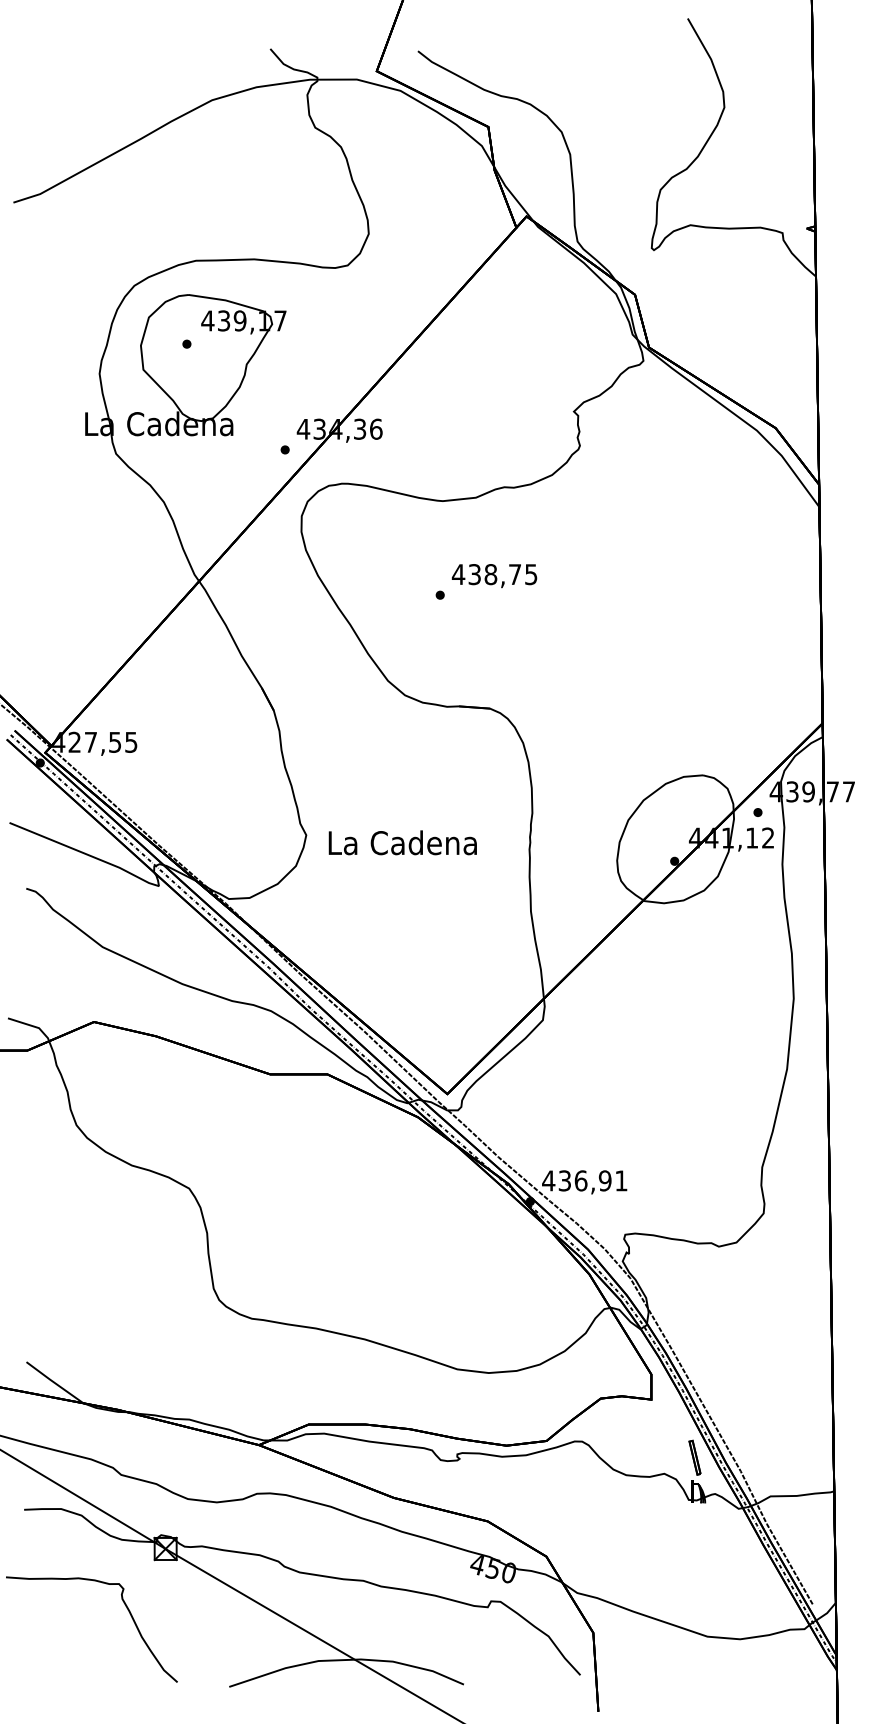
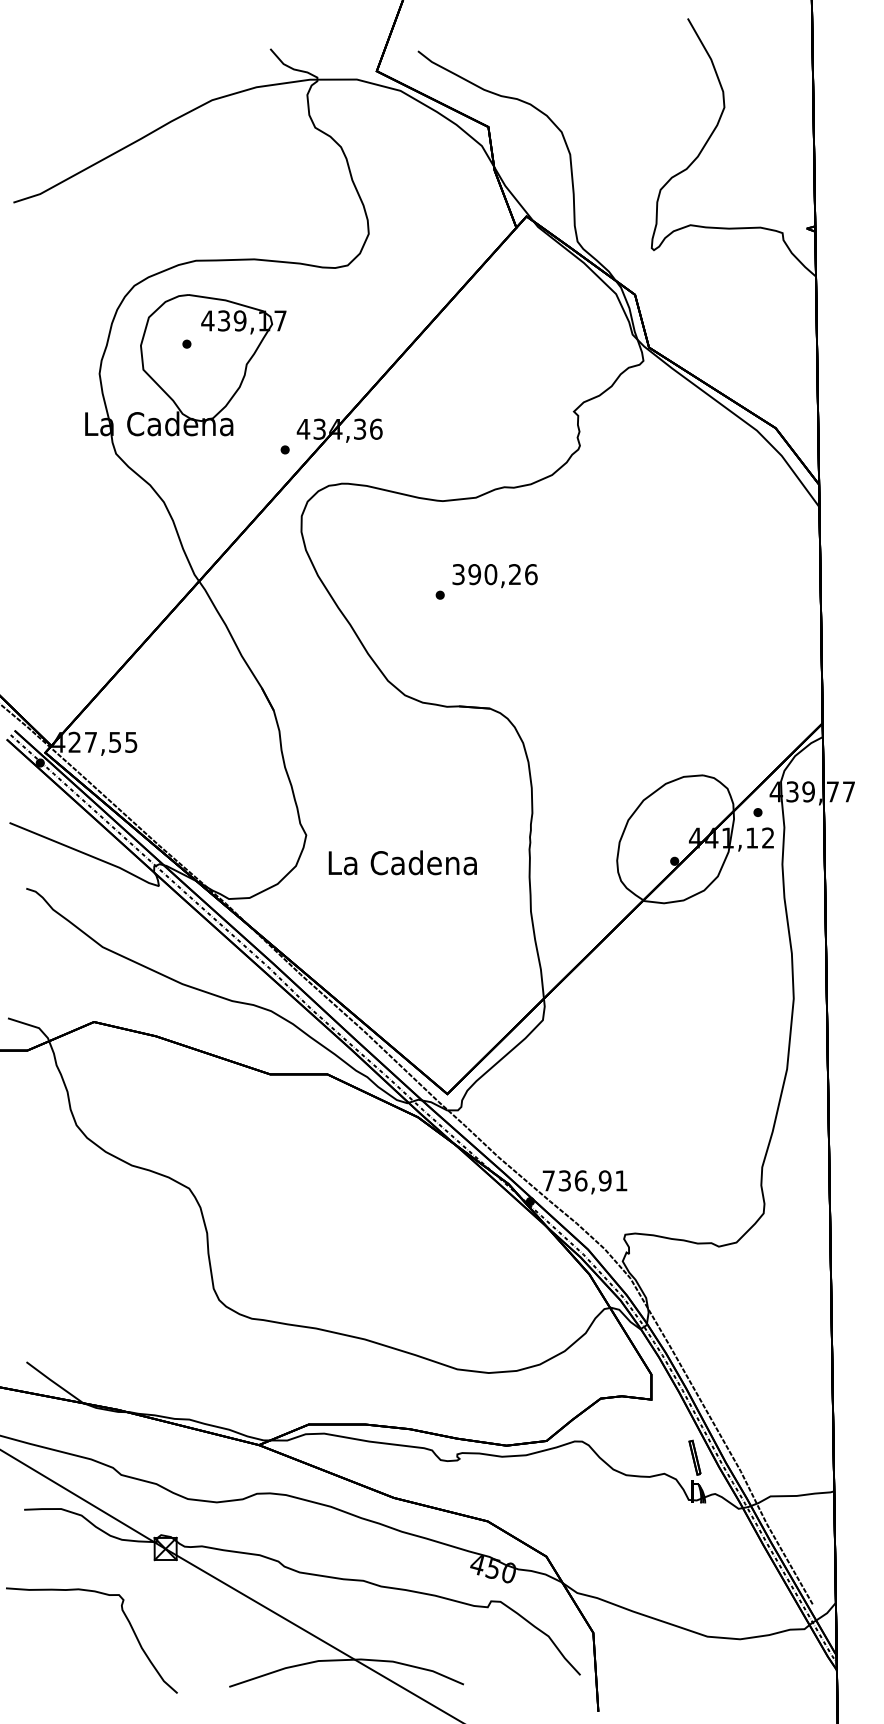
text at (494, 574): 438,75 -> 390,26
text at (402, 842) position: (402, 842) -> (402, 862)
text at (548, 1180): 436,91 -> 736,91
curve at (127, 1610) position: (127, 1610) -> (127, 1621)
